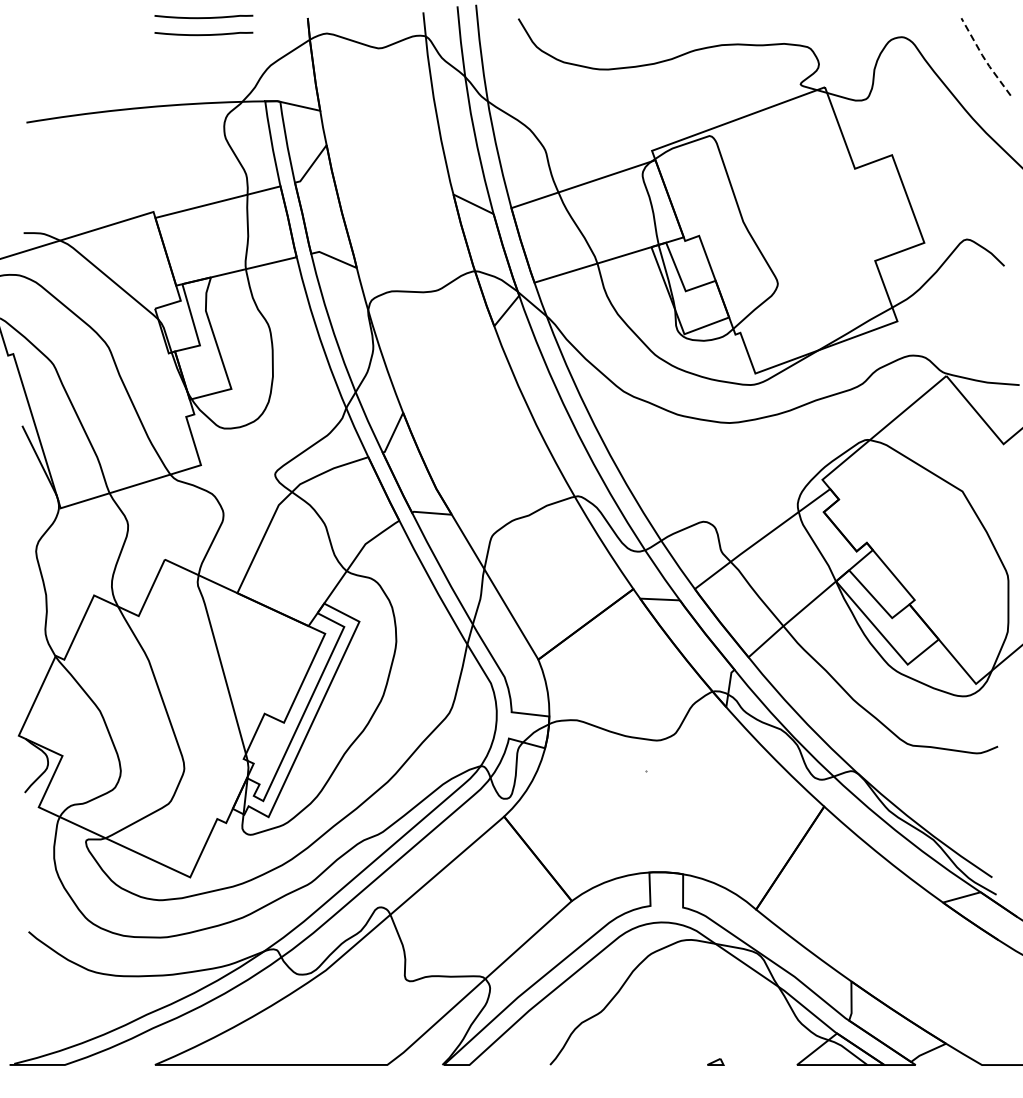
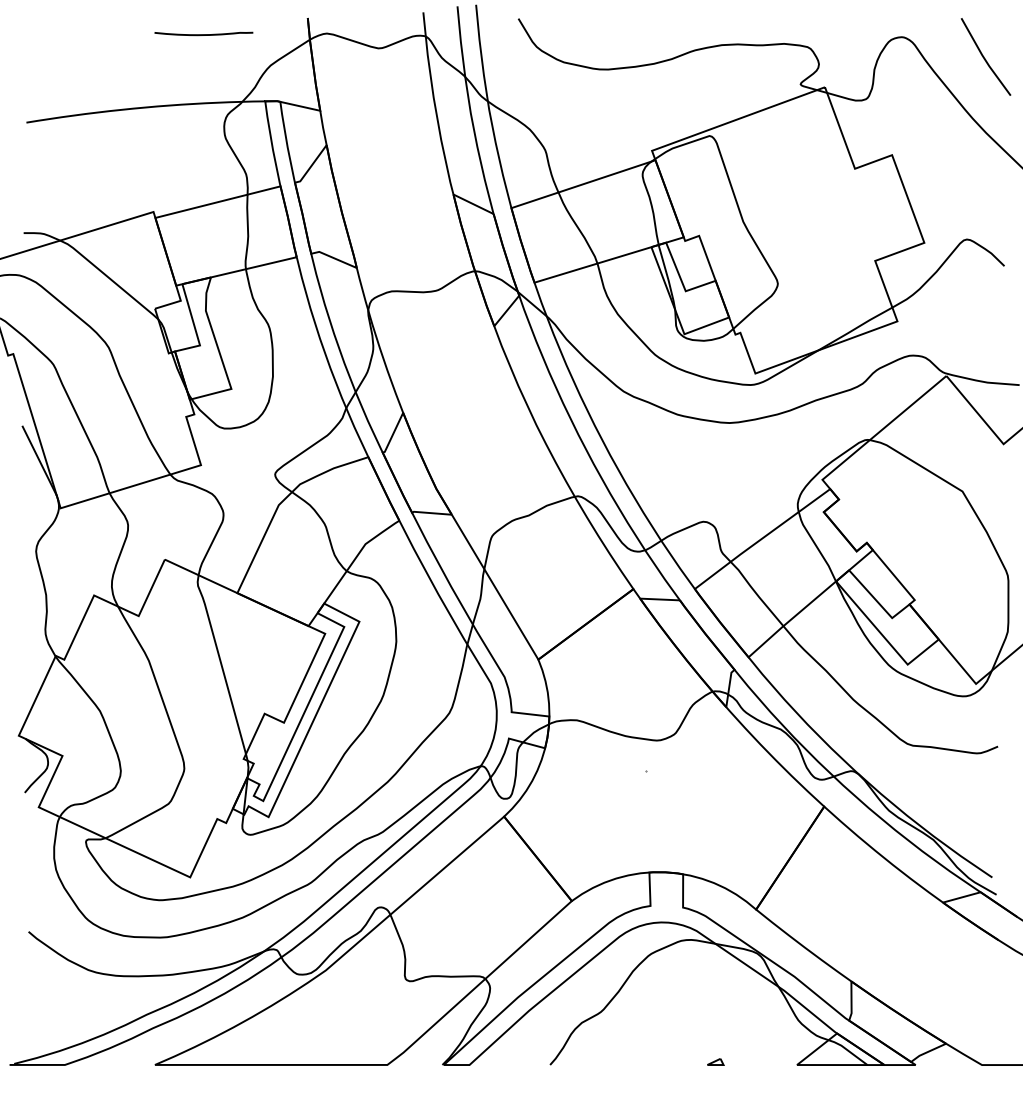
curve at (203, 17): present -> none
line at (984, 58): dashed -> solid
